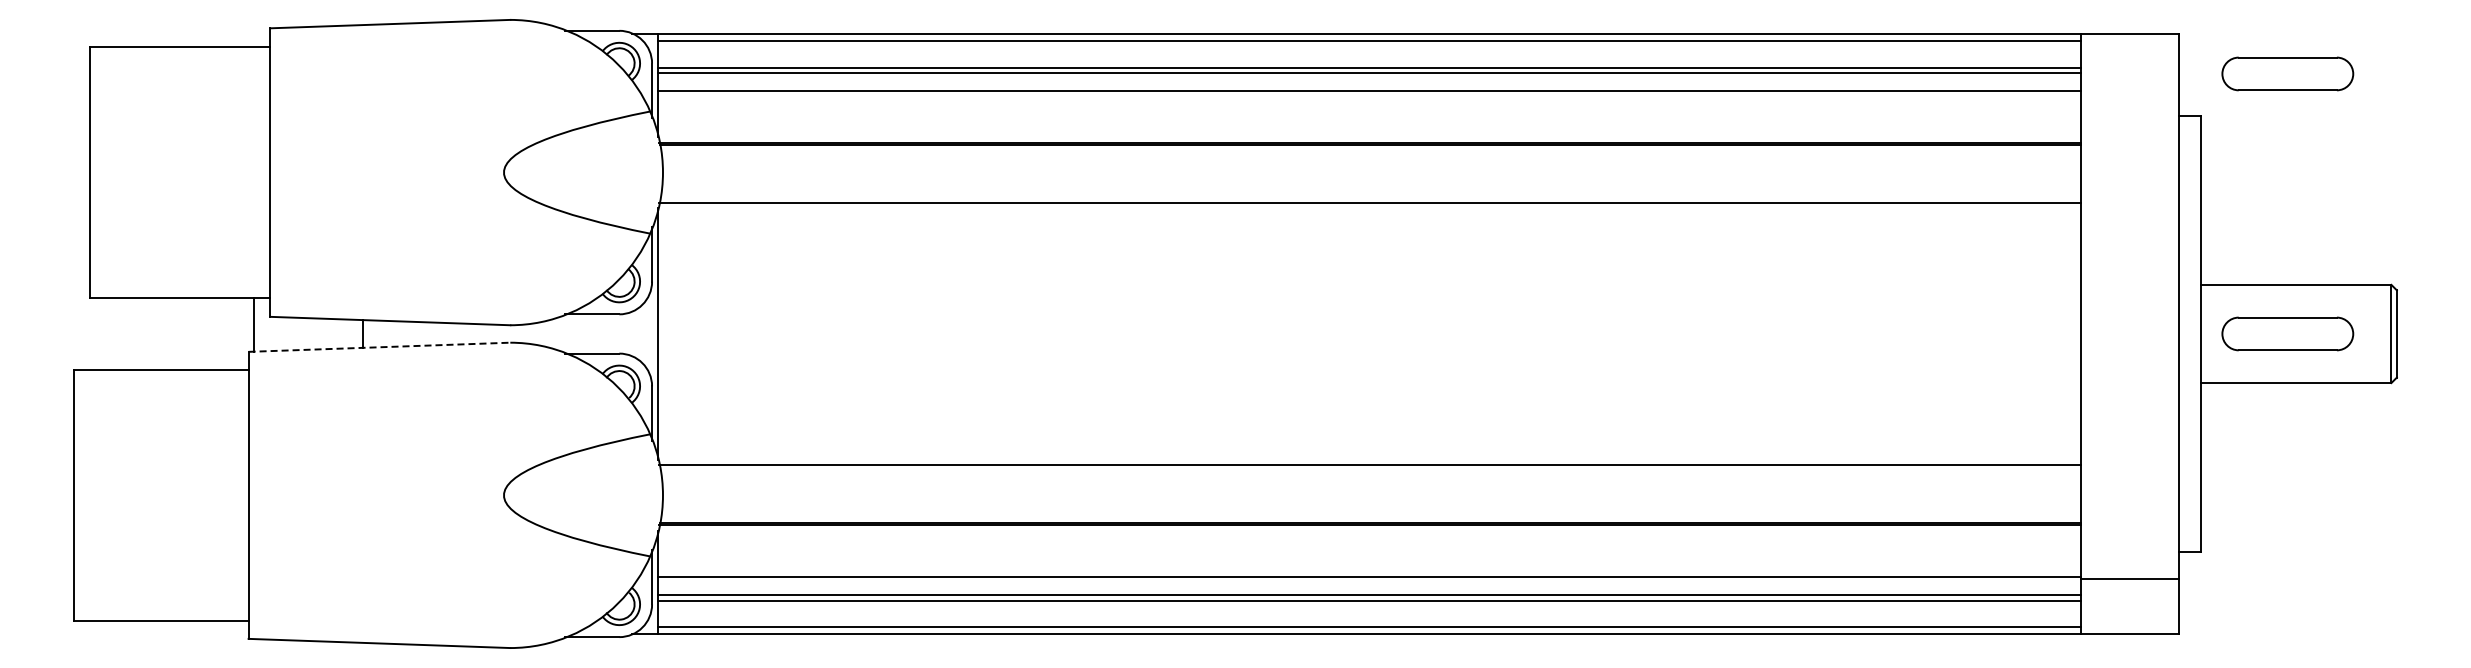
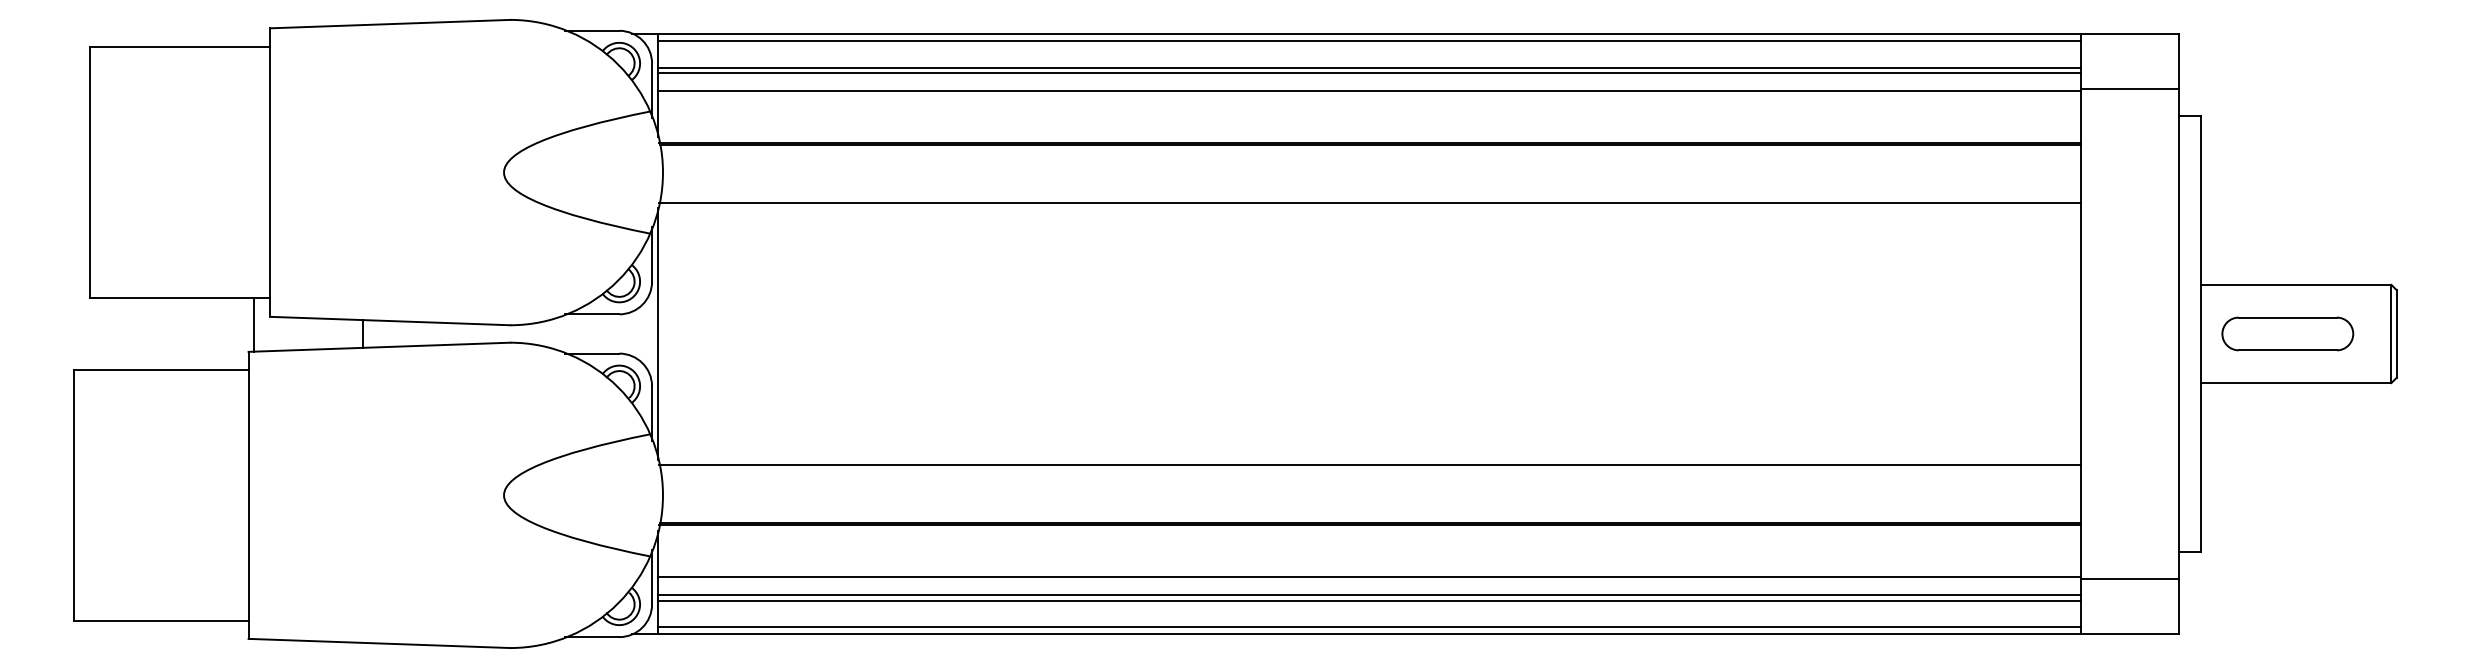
part at (2287, 73): present -> none
line at (2129, 88): none -> present
line at (379, 347): dashed -> solid
